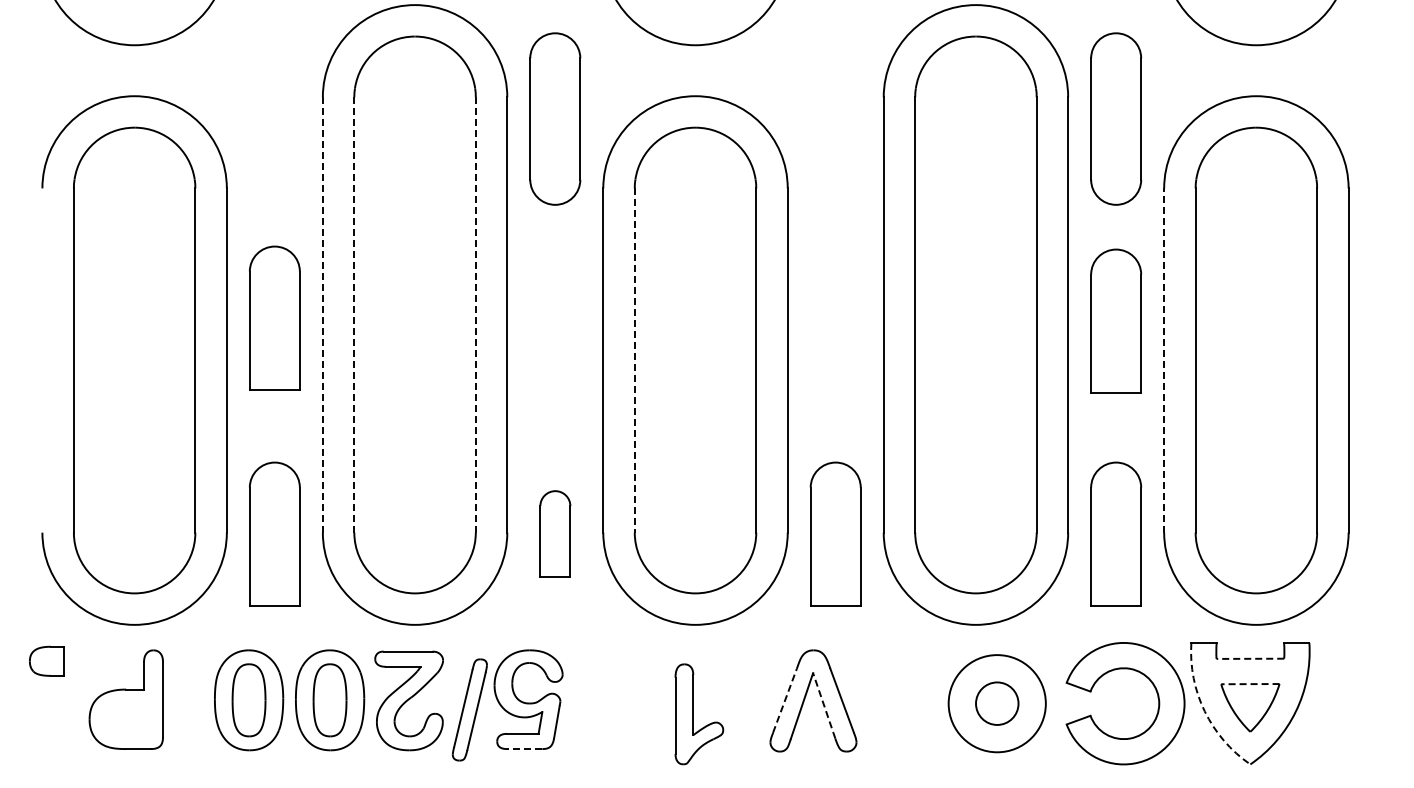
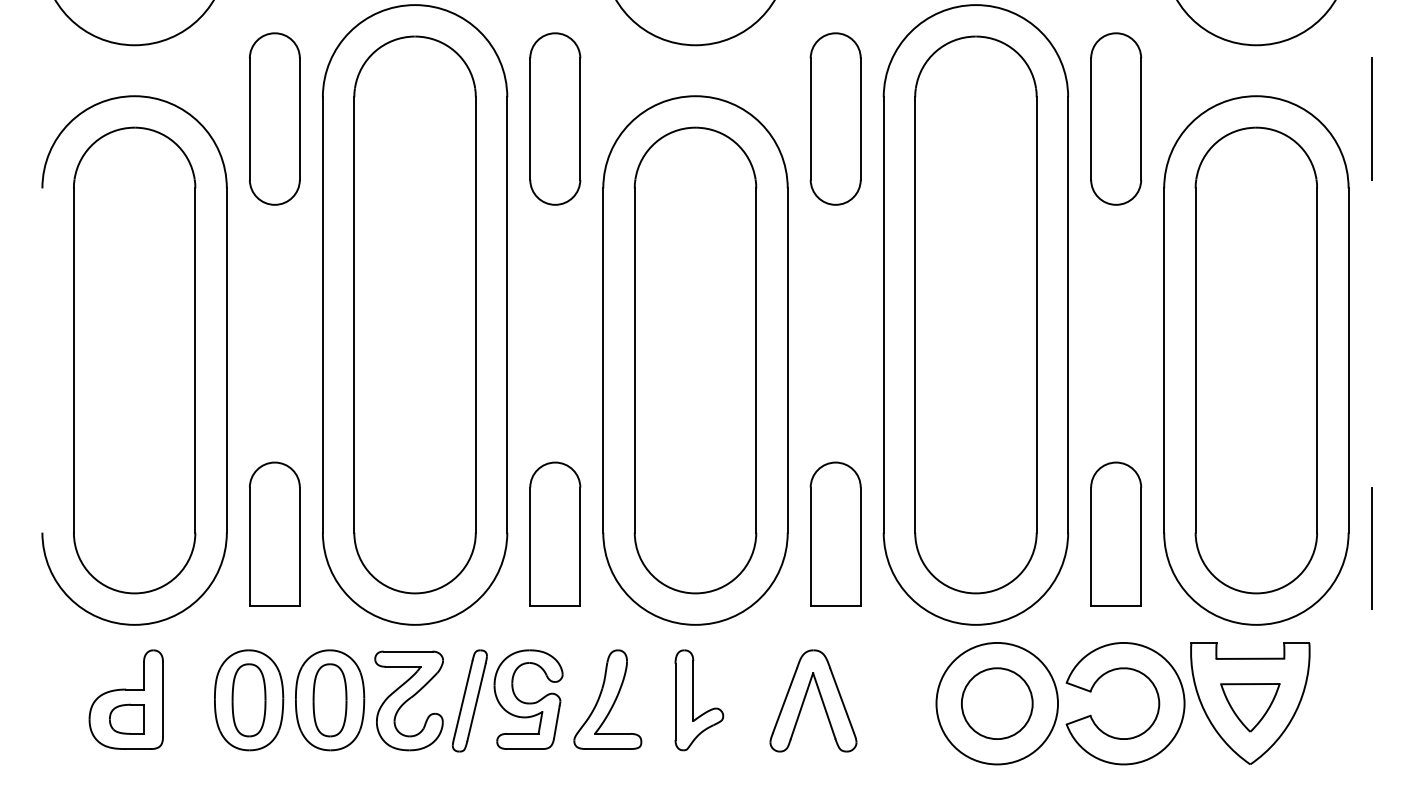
part at (274, 118): none -> present
part at (835, 118): none -> present
line at (1371, 118): none -> present
line at (322, 314): dashed -> solid
line at (354, 314): dashed -> solid
line at (475, 314): dashed -> solid
part at (274, 317): present -> none
part at (1116, 320): present -> none
line at (1164, 360): dashed -> solid
line at (634, 361): dashed -> solid
part at (555, 533) size: 33x88 px -> 53x146 px
line at (1371, 548): none -> present
line at (1250, 658): dashed -> solid
part at (46, 660) position: (46, 660) -> (126, 718)
line at (1249, 684): dashed -> solid
part at (607, 699): none -> present
line at (785, 700): dashed -> solid
circle at (996, 703) diameter: 97 px -> 121 px
circle at (997, 703) diameter: 43 px -> 71 px
line at (824, 705): dashed -> solid
part at (469, 709) position: (469, 709) -> (469, 700)
arc at (1204, 711): dashed -> solid
part at (699, 714) position: (699, 714) -> (699, 700)
line at (524, 749): dashed -> solid
